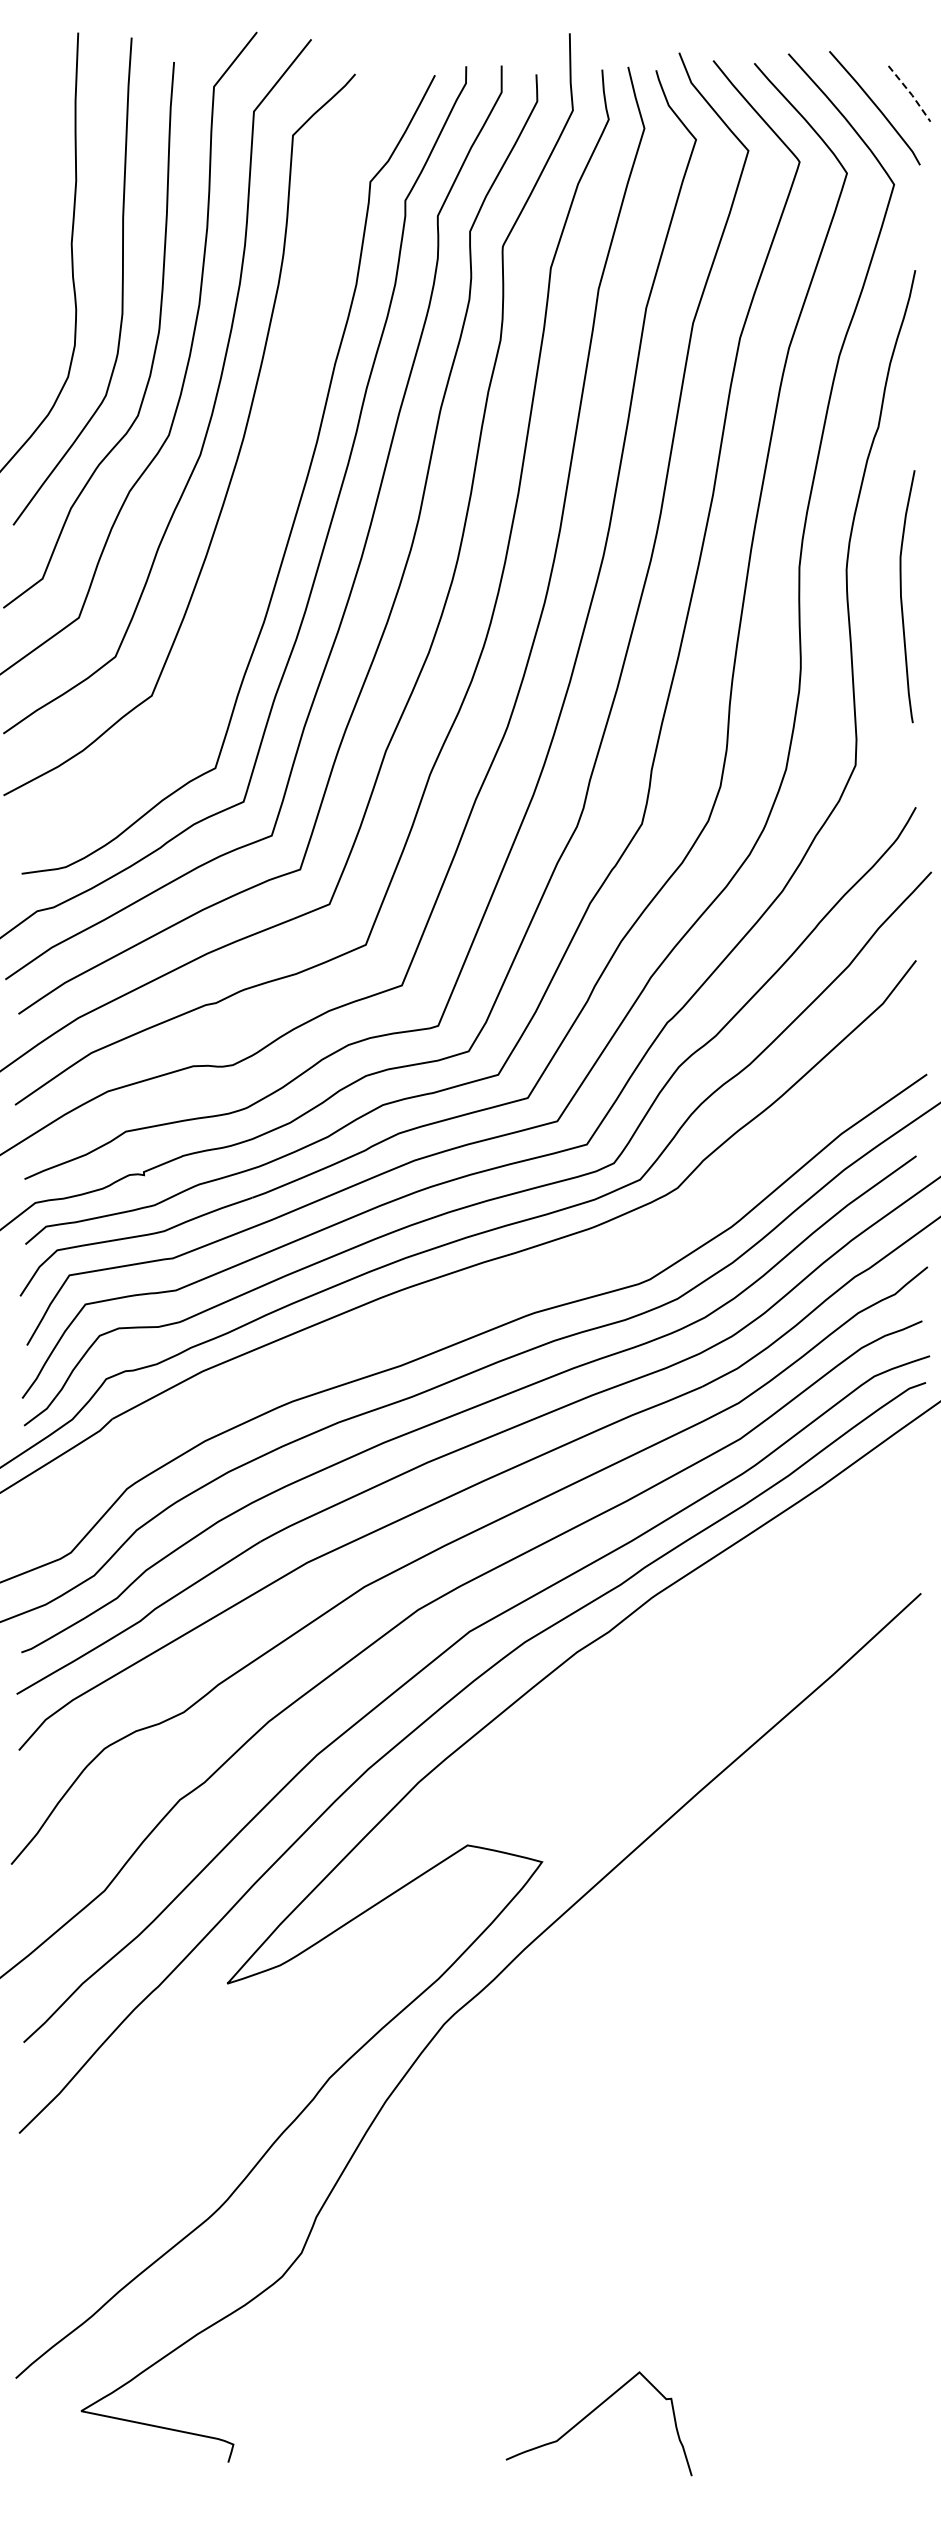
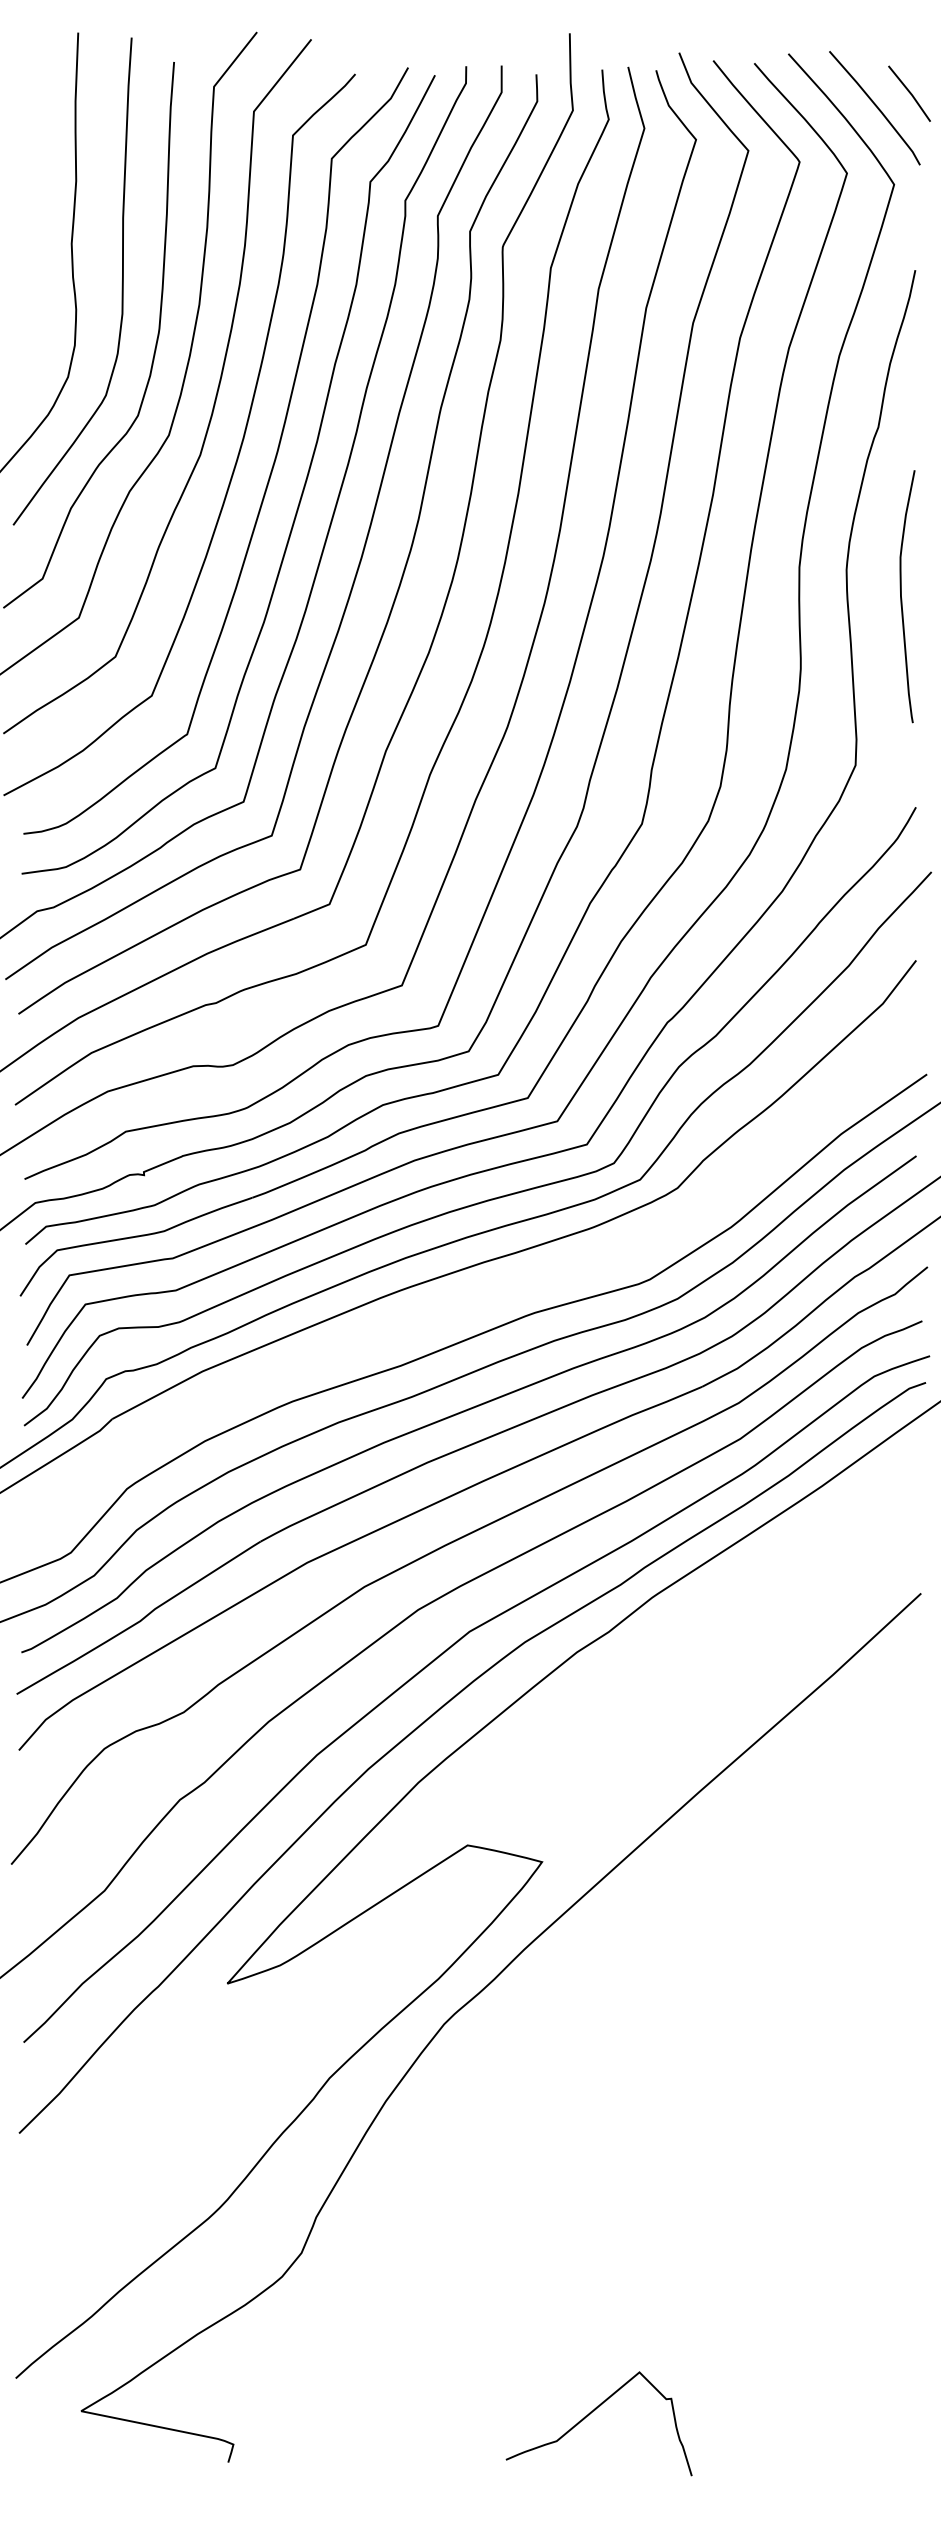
line at (910, 93): dashed -> solid
curve at (272, 464): none -> present
